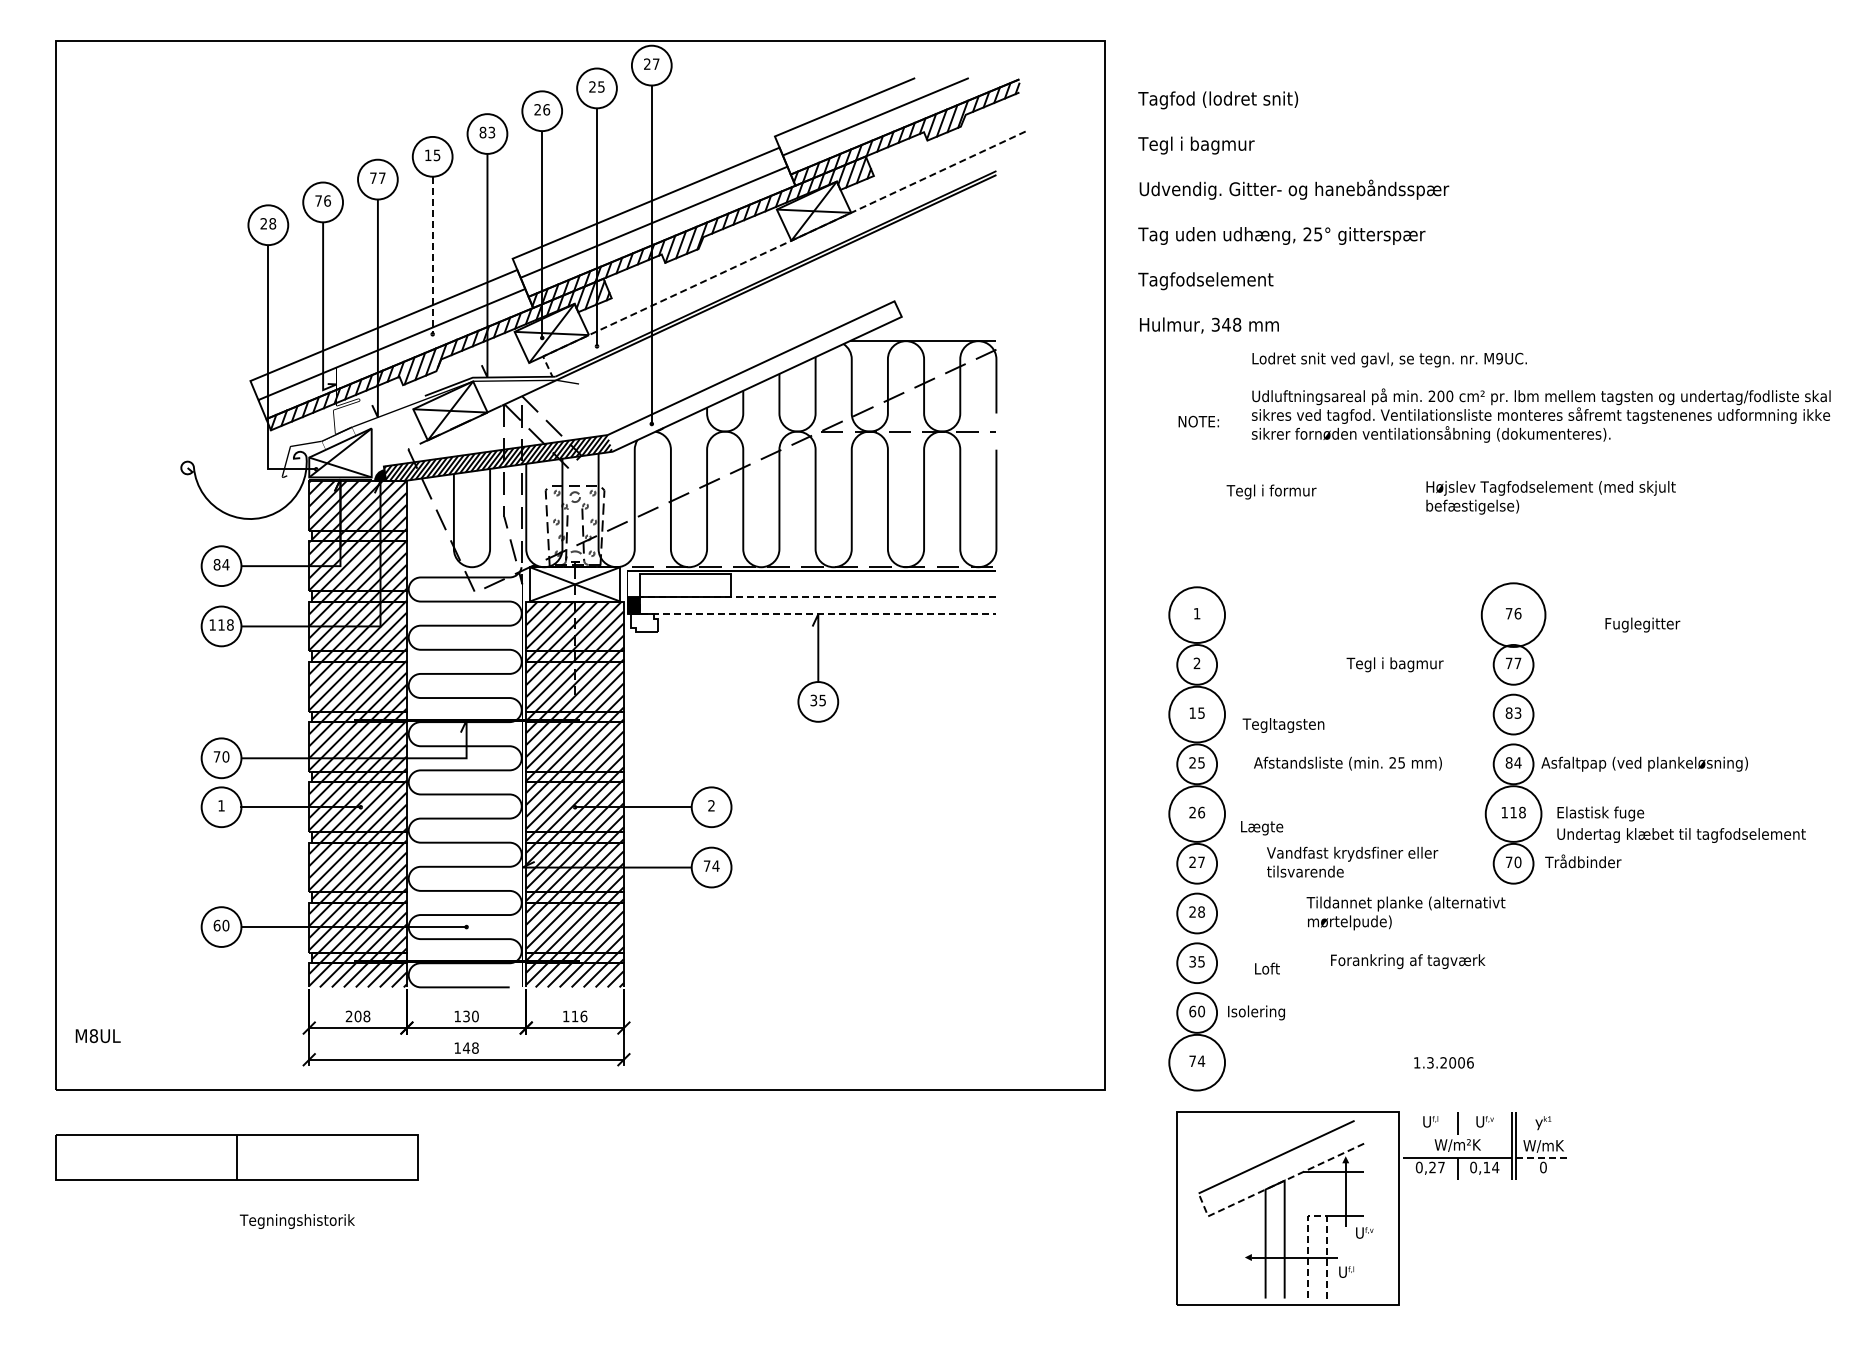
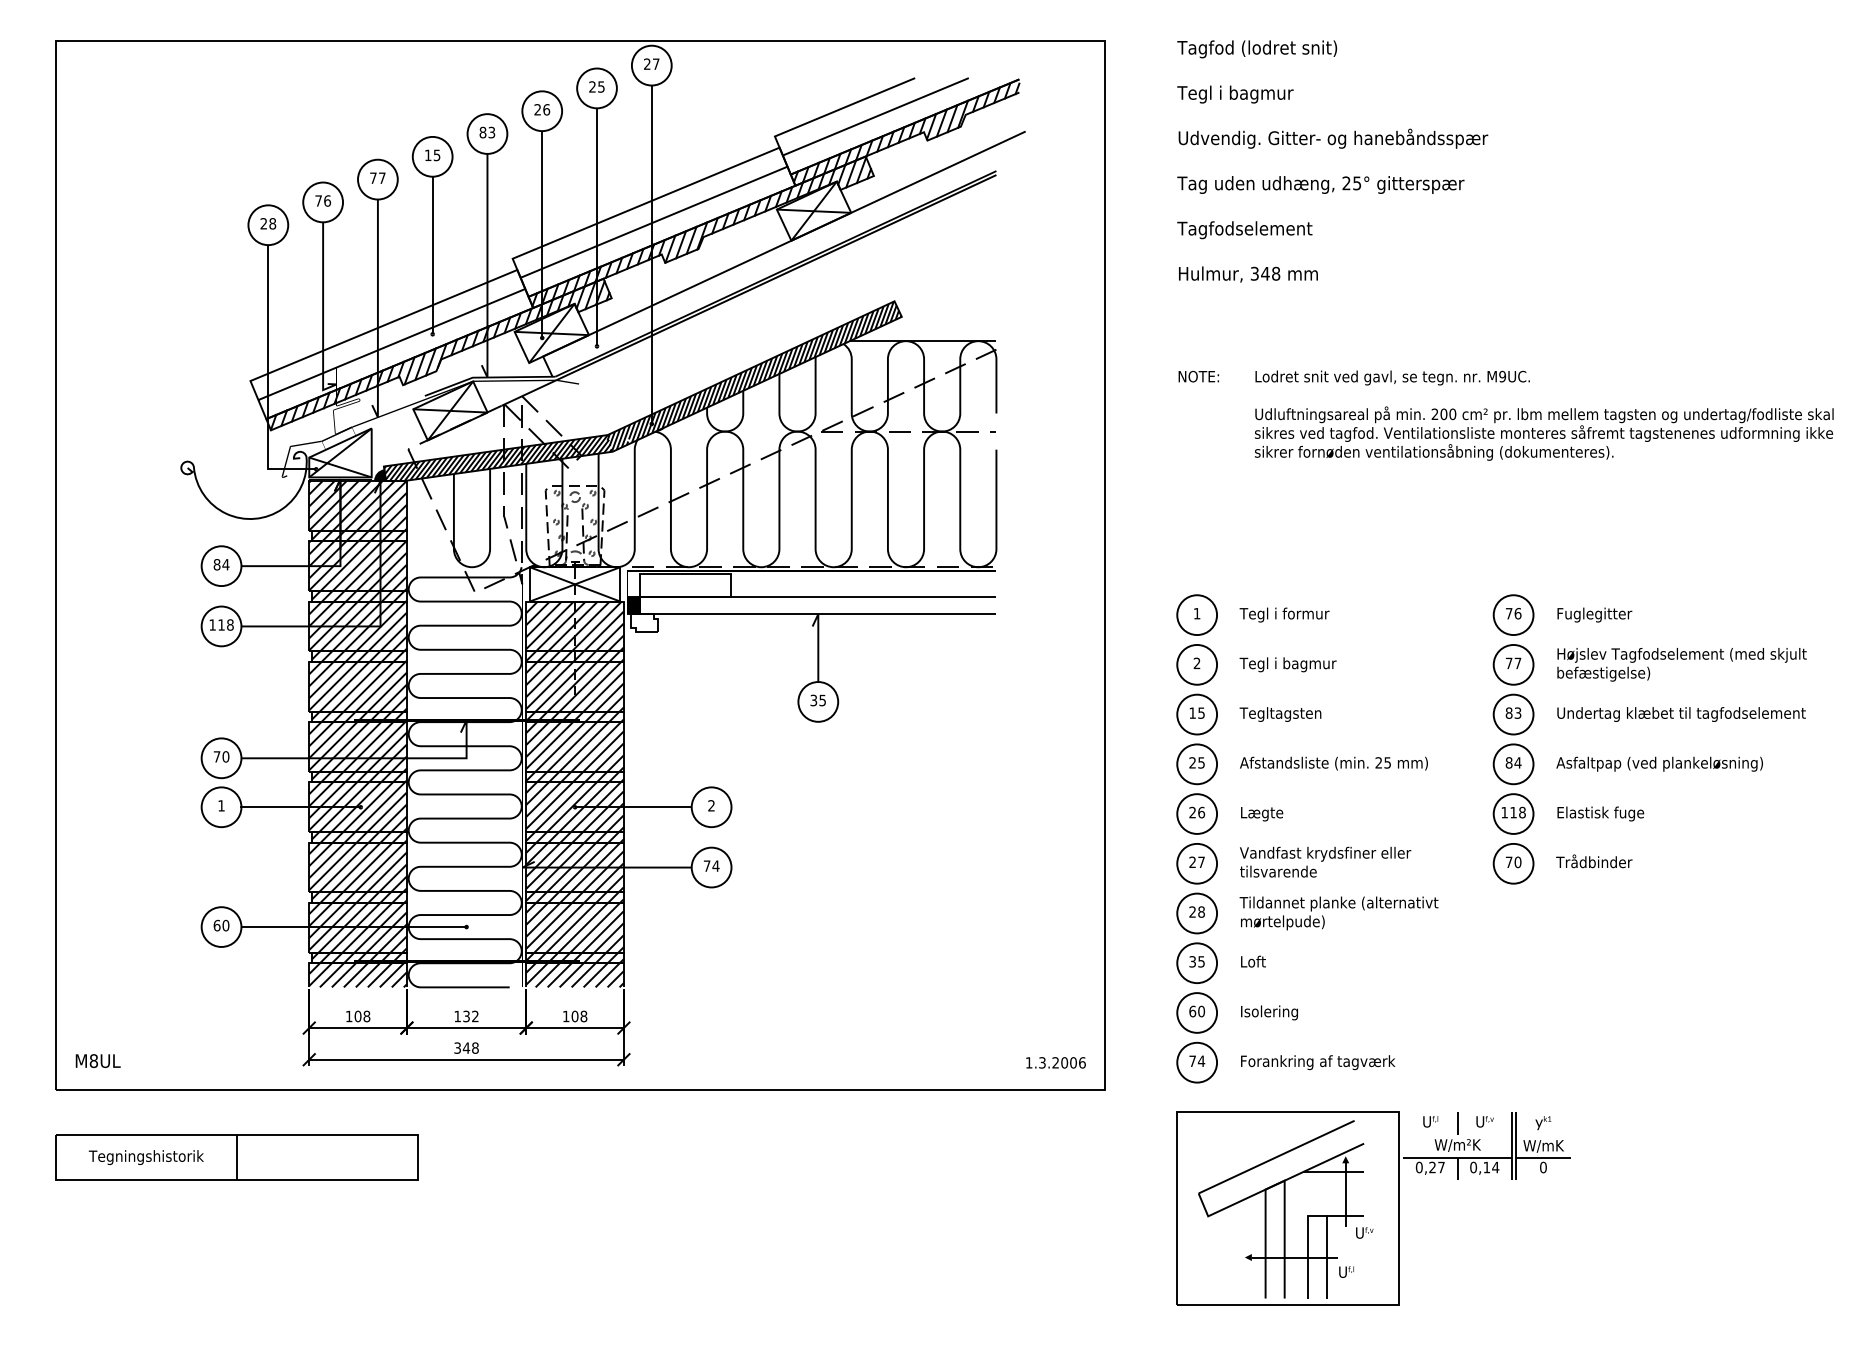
text at (1293, 212) position: (1293, 212) -> (1332, 161)
line at (773, 249): dashed -> solid
line at (432, 255): dashed -> solid
hatch at (754, 375): none -> present
text at (1541, 397) position: (1541, 397) -> (1544, 415)
text at (1198, 421) position: (1198, 421) -> (1198, 376)
text at (1271, 491) position: (1271, 491) -> (1284, 614)
text at (1550, 497) position: (1550, 497) -> (1681, 664)
line at (640, 605): dashed -> solid
circle at (1197, 614) diameter: 56 px -> 40 px
circle at (1513, 614) diameter: 64 px -> 40 px
text at (1642, 624) position: (1642, 624) -> (1594, 614)
text at (1394, 664) position: (1394, 664) -> (1287, 664)
circle at (1197, 714) diameter: 56 px -> 40 px
text at (1283, 725) position: (1283, 725) -> (1280, 714)
text at (1347, 763) position: (1347, 763) -> (1333, 763)
text at (1644, 763) position: (1644, 763) -> (1659, 763)
circle at (1197, 813) diameter: 56 px -> 40 px
circle at (1513, 813) diameter: 56 px -> 40 px
text at (1262, 828) position: (1262, 828) -> (1262, 814)
text at (1681, 835) position: (1681, 835) -> (1681, 714)
text at (1352, 861) position: (1352, 861) -> (1325, 861)
text at (1583, 861) position: (1583, 861) -> (1594, 861)
text at (1405, 913) position: (1405, 913) -> (1338, 913)
text at (1408, 961) position: (1408, 961) -> (1318, 1062)
text at (1267, 968) position: (1267, 968) -> (1253, 961)
text at (1256, 1012) position: (1256, 1012) -> (1269, 1012)
text at (348, 1015): 208 -> 108
text at (475, 1016): 130 -> 132
text at (579, 1016): 116 -> 108
text at (97, 1036) position: (97, 1036) -> (97, 1061)
text at (457, 1047): 148 -> 348
circle at (1197, 1062) diameter: 56 px -> 40 px
text at (1443, 1062) position: (1443, 1062) -> (1055, 1062)
line at (1543, 1157): dashed -> solid
line at (1273, 1185): dashed -> solid
line at (1317, 1216): dashed -> solid
text at (296, 1221) position: (296, 1221) -> (145, 1157)
